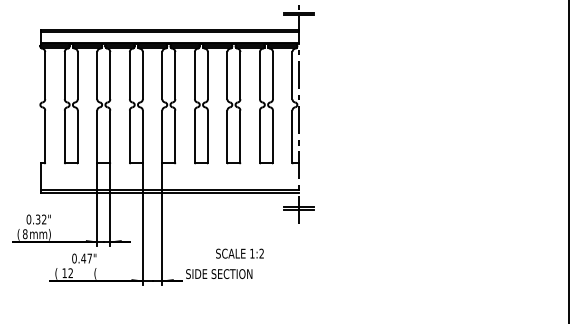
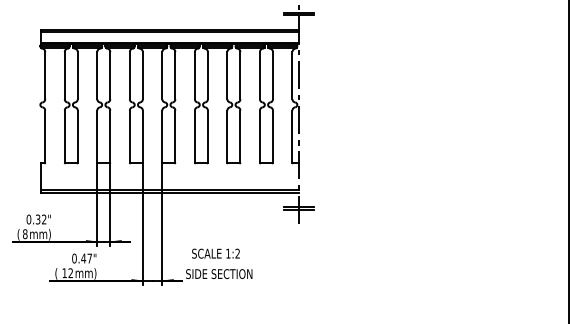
text at (239, 253) position: (239, 253) -> (215, 253)
text at (85, 273): ( -> mm)
